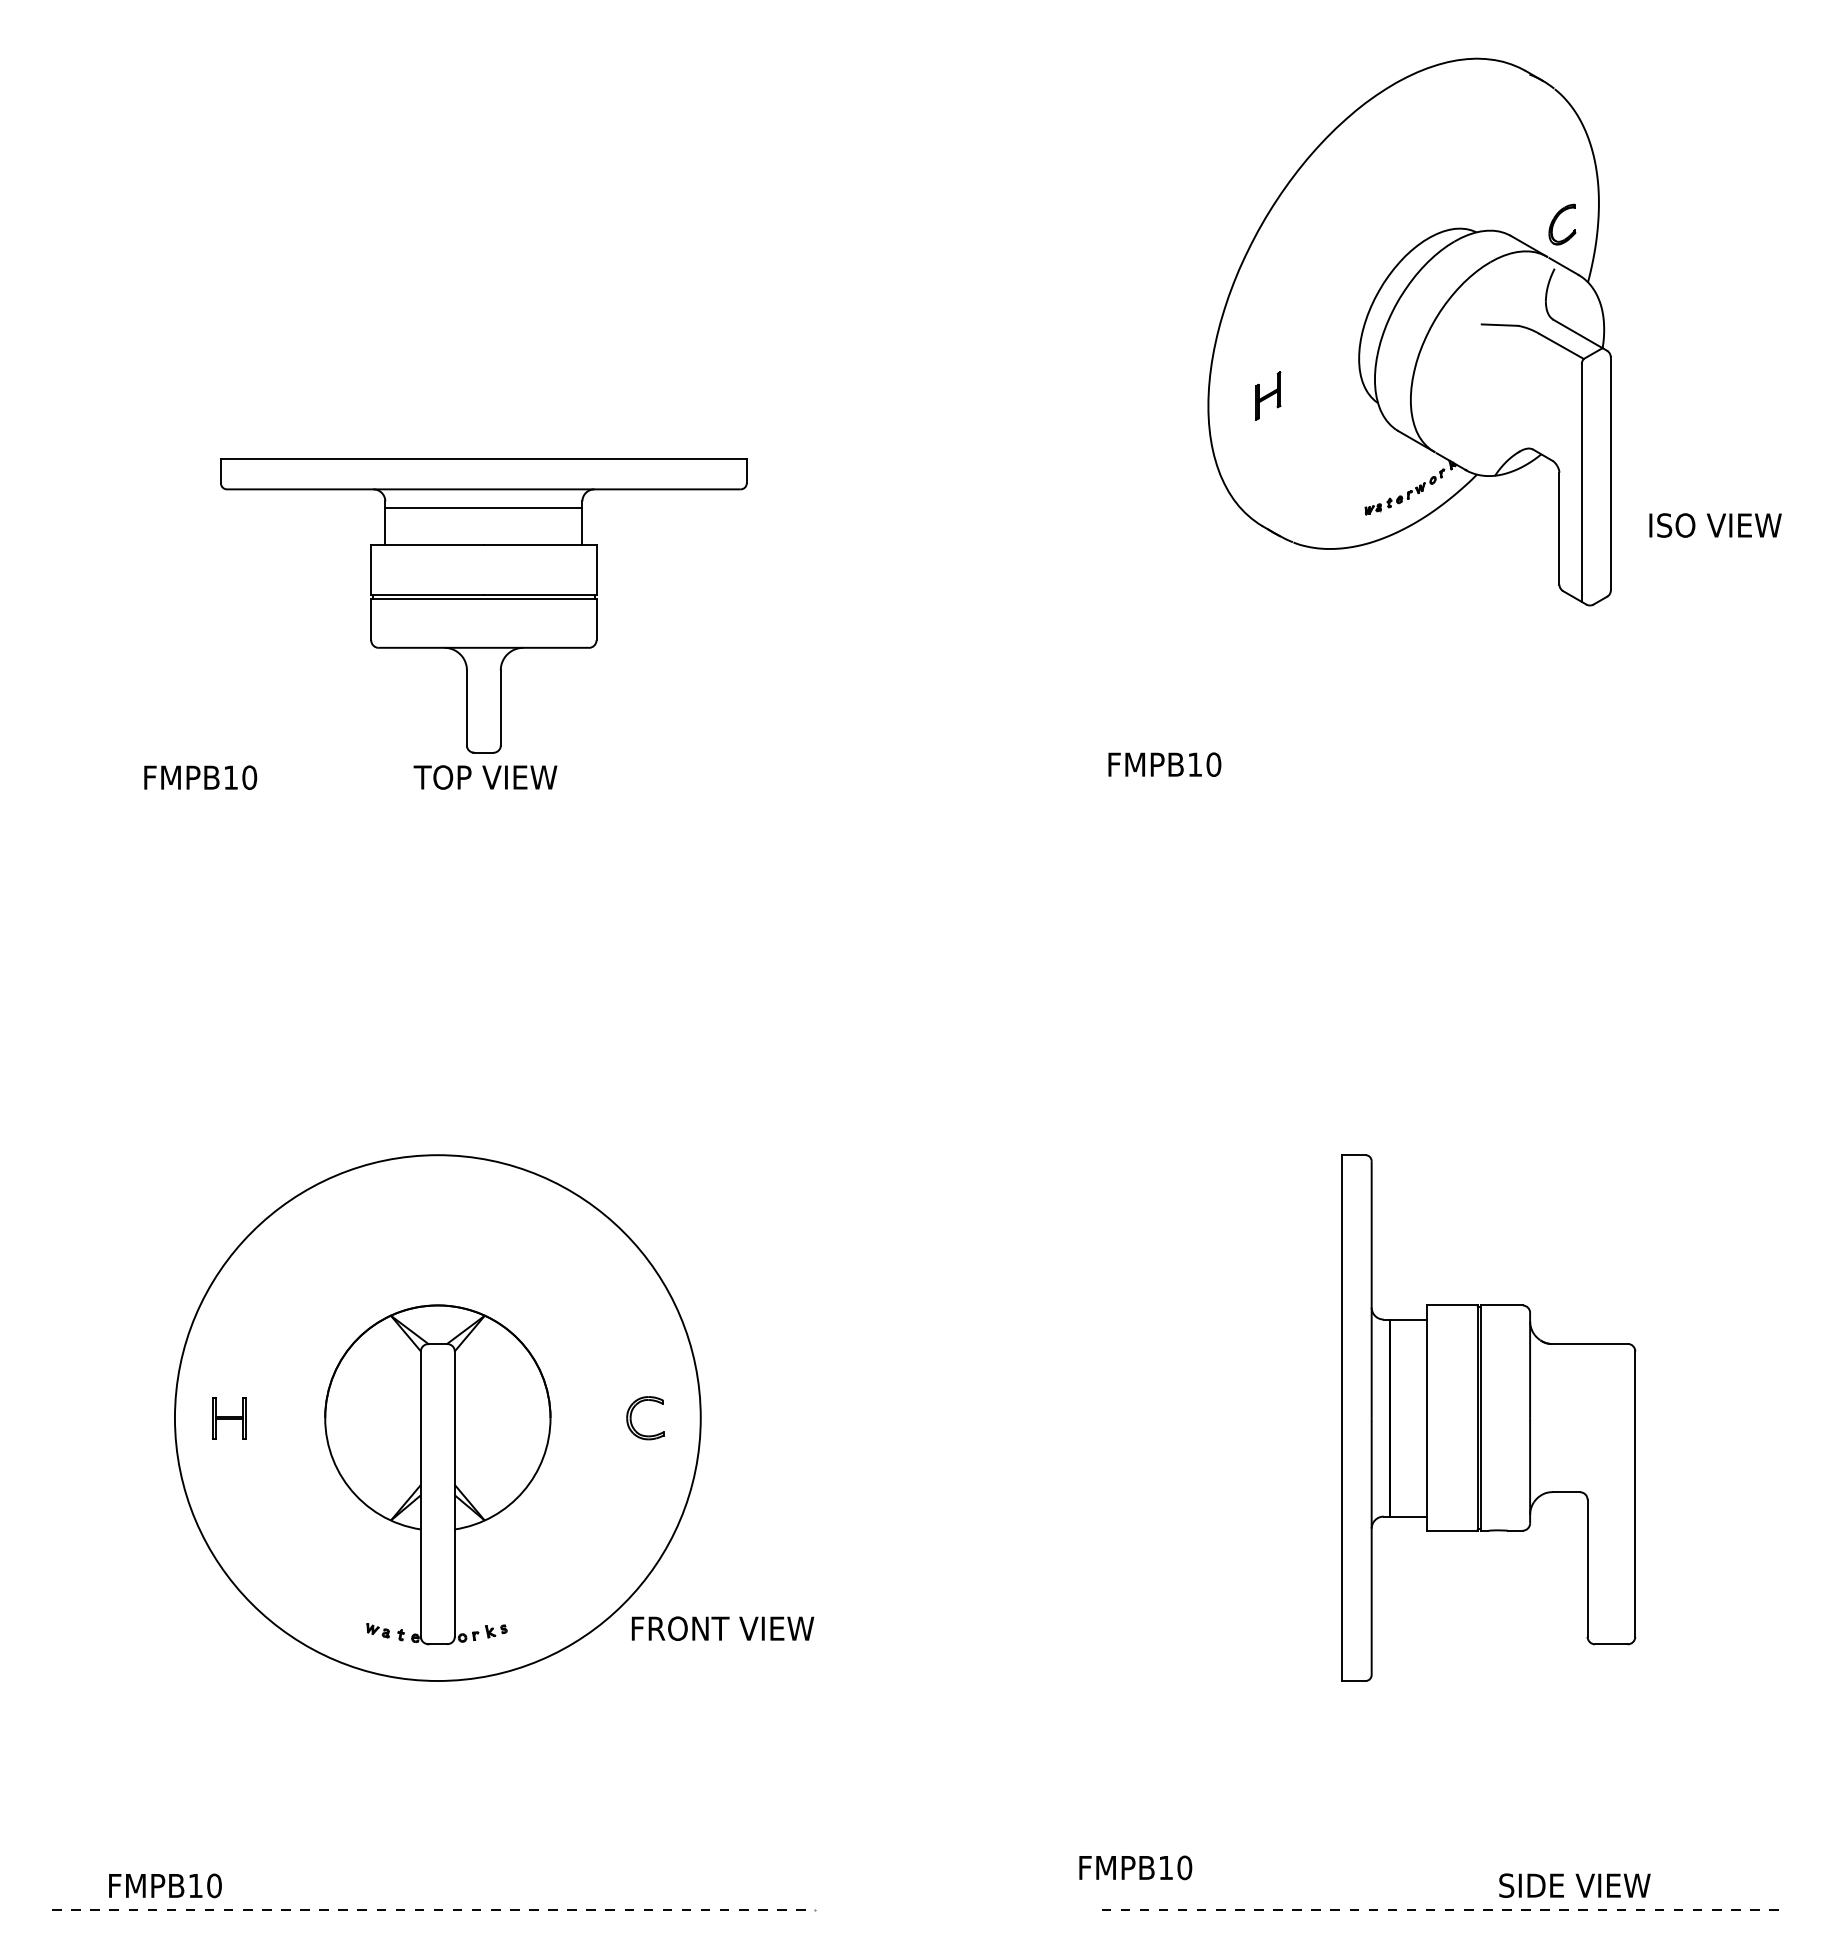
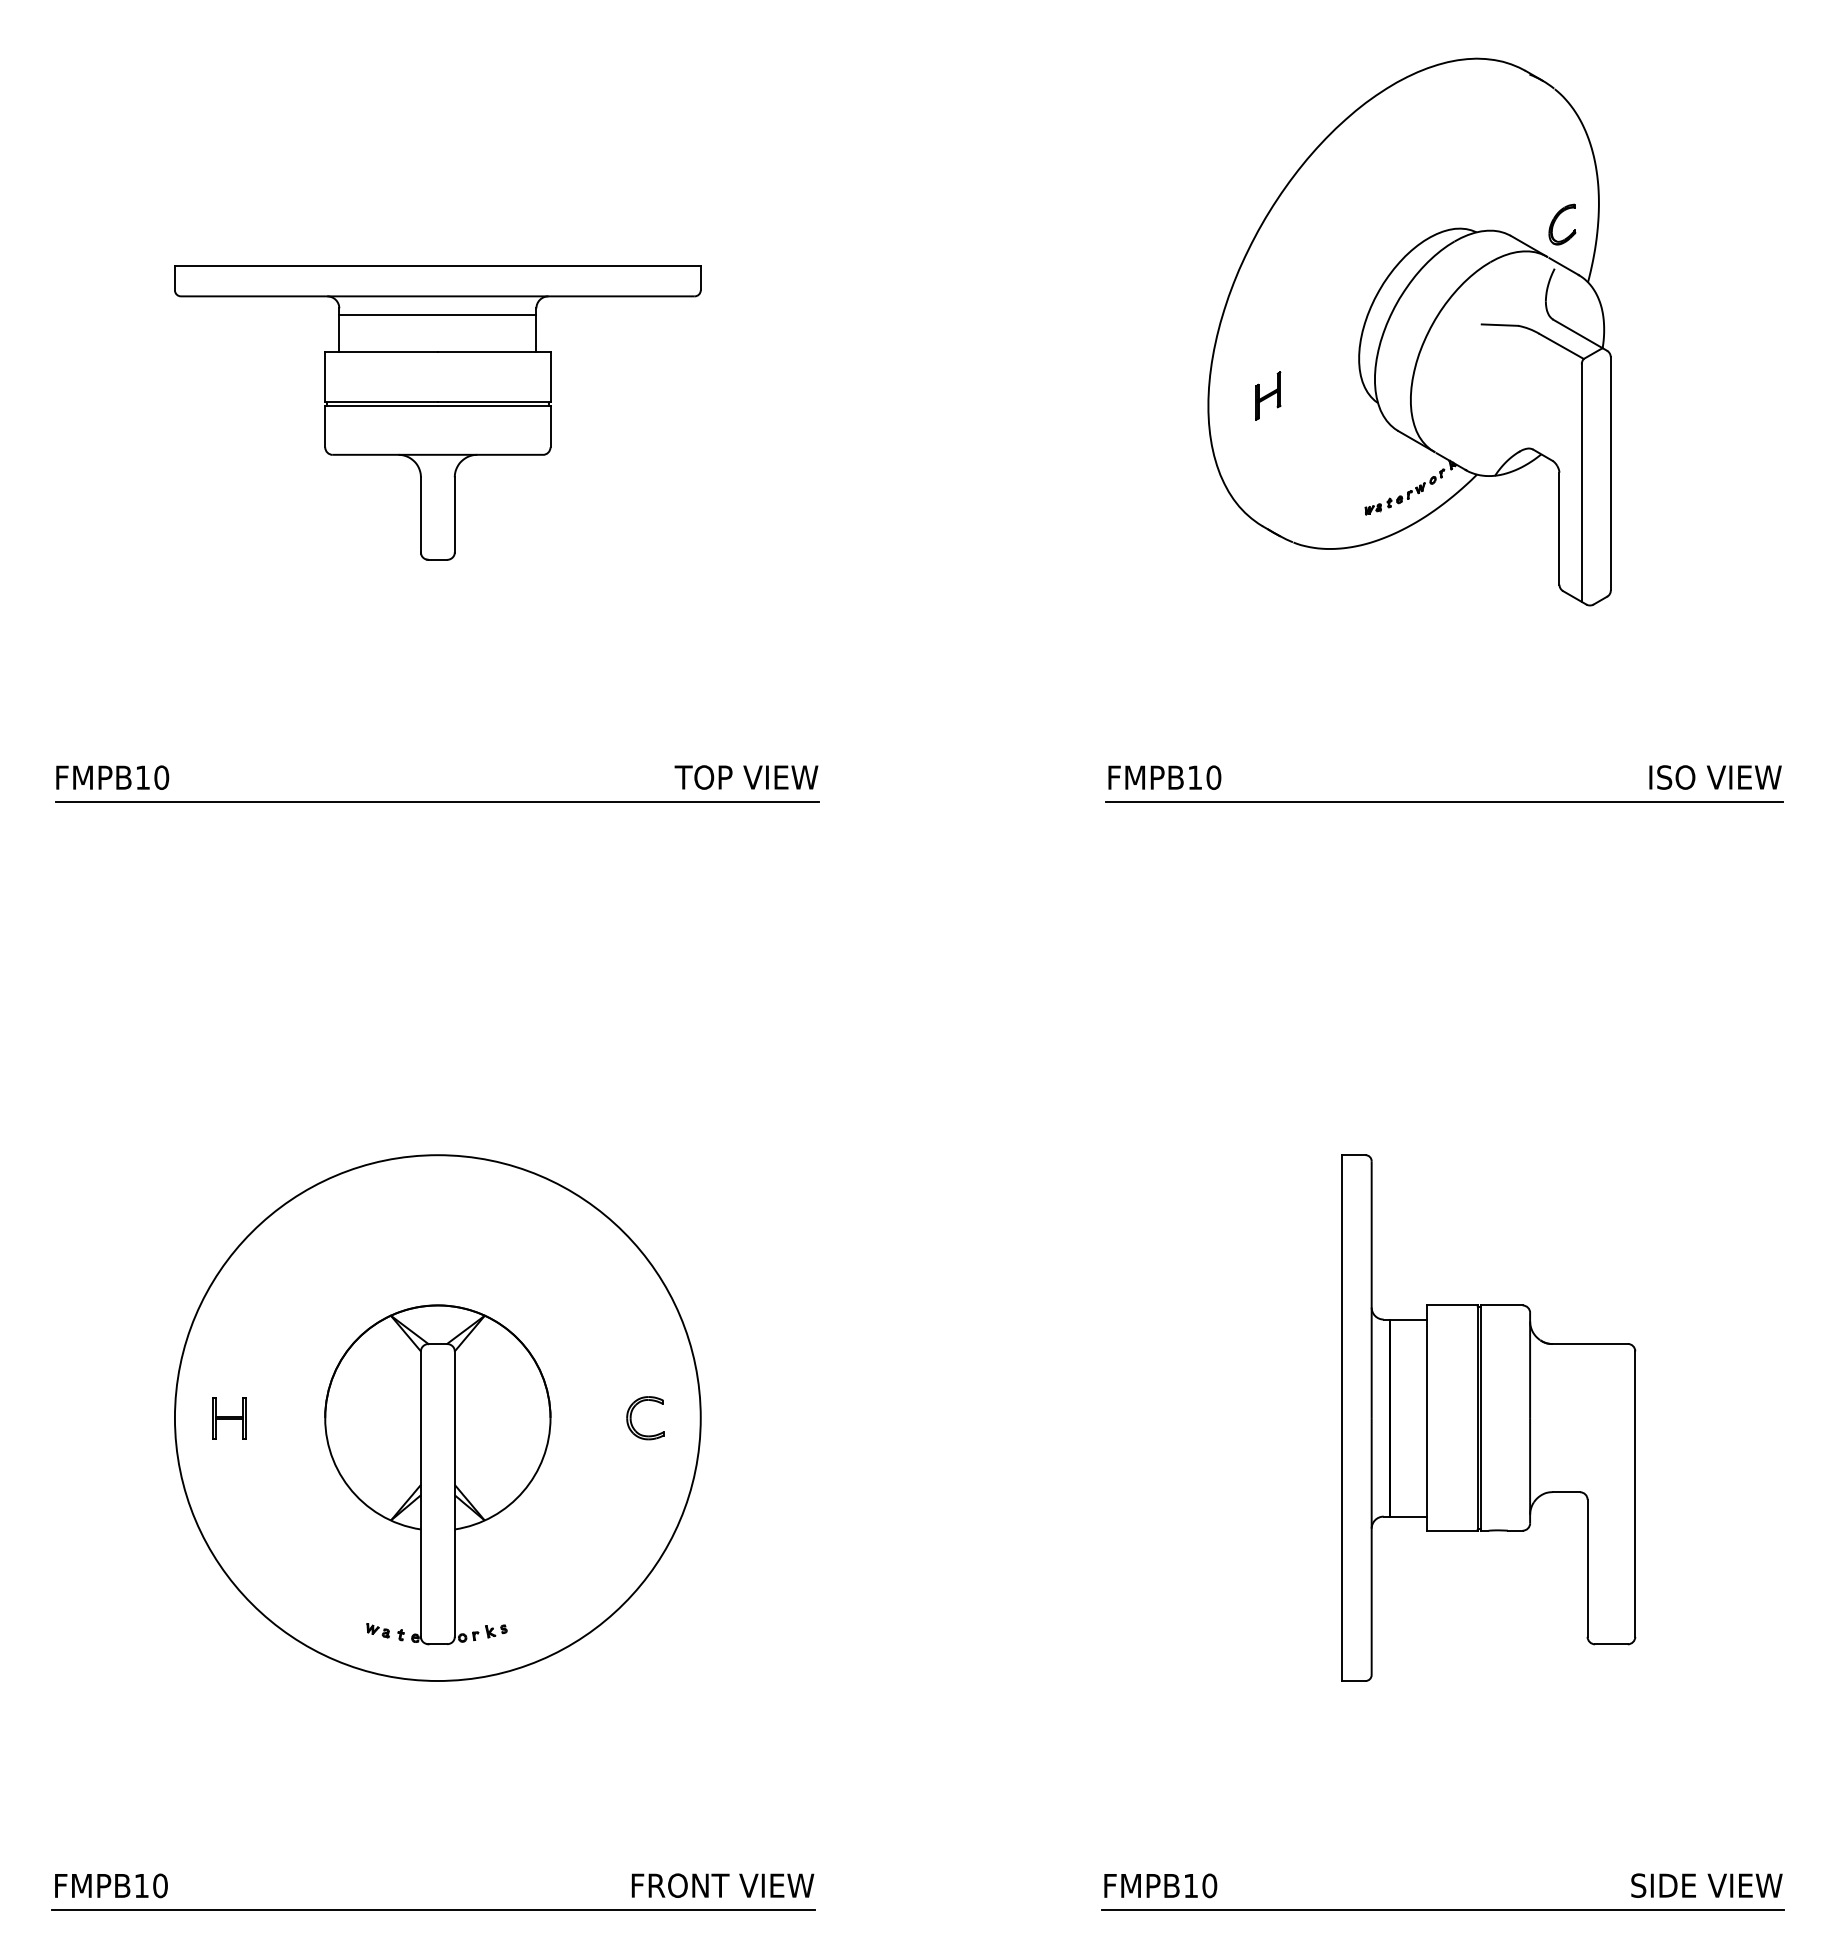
text at (1715, 525) position: (1715, 525) -> (1715, 777)
part at (483, 605) position: (483, 605) -> (437, 412)
text at (1164, 764) position: (1164, 764) -> (1164, 777)
text at (200, 777) position: (200, 777) -> (112, 777)
text at (485, 777) position: (485, 777) -> (746, 777)
line at (437, 801): none -> present
line at (1443, 801): none -> present
text at (722, 1628) position: (722, 1628) -> (722, 1885)
text at (1135, 1867) position: (1135, 1867) -> (1160, 1885)
text at (165, 1885) position: (165, 1885) -> (111, 1885)
text at (1574, 1885) position: (1574, 1885) -> (1706, 1885)
line at (433, 1909): dashed -> solid
line at (1443, 1909): dashed -> solid
